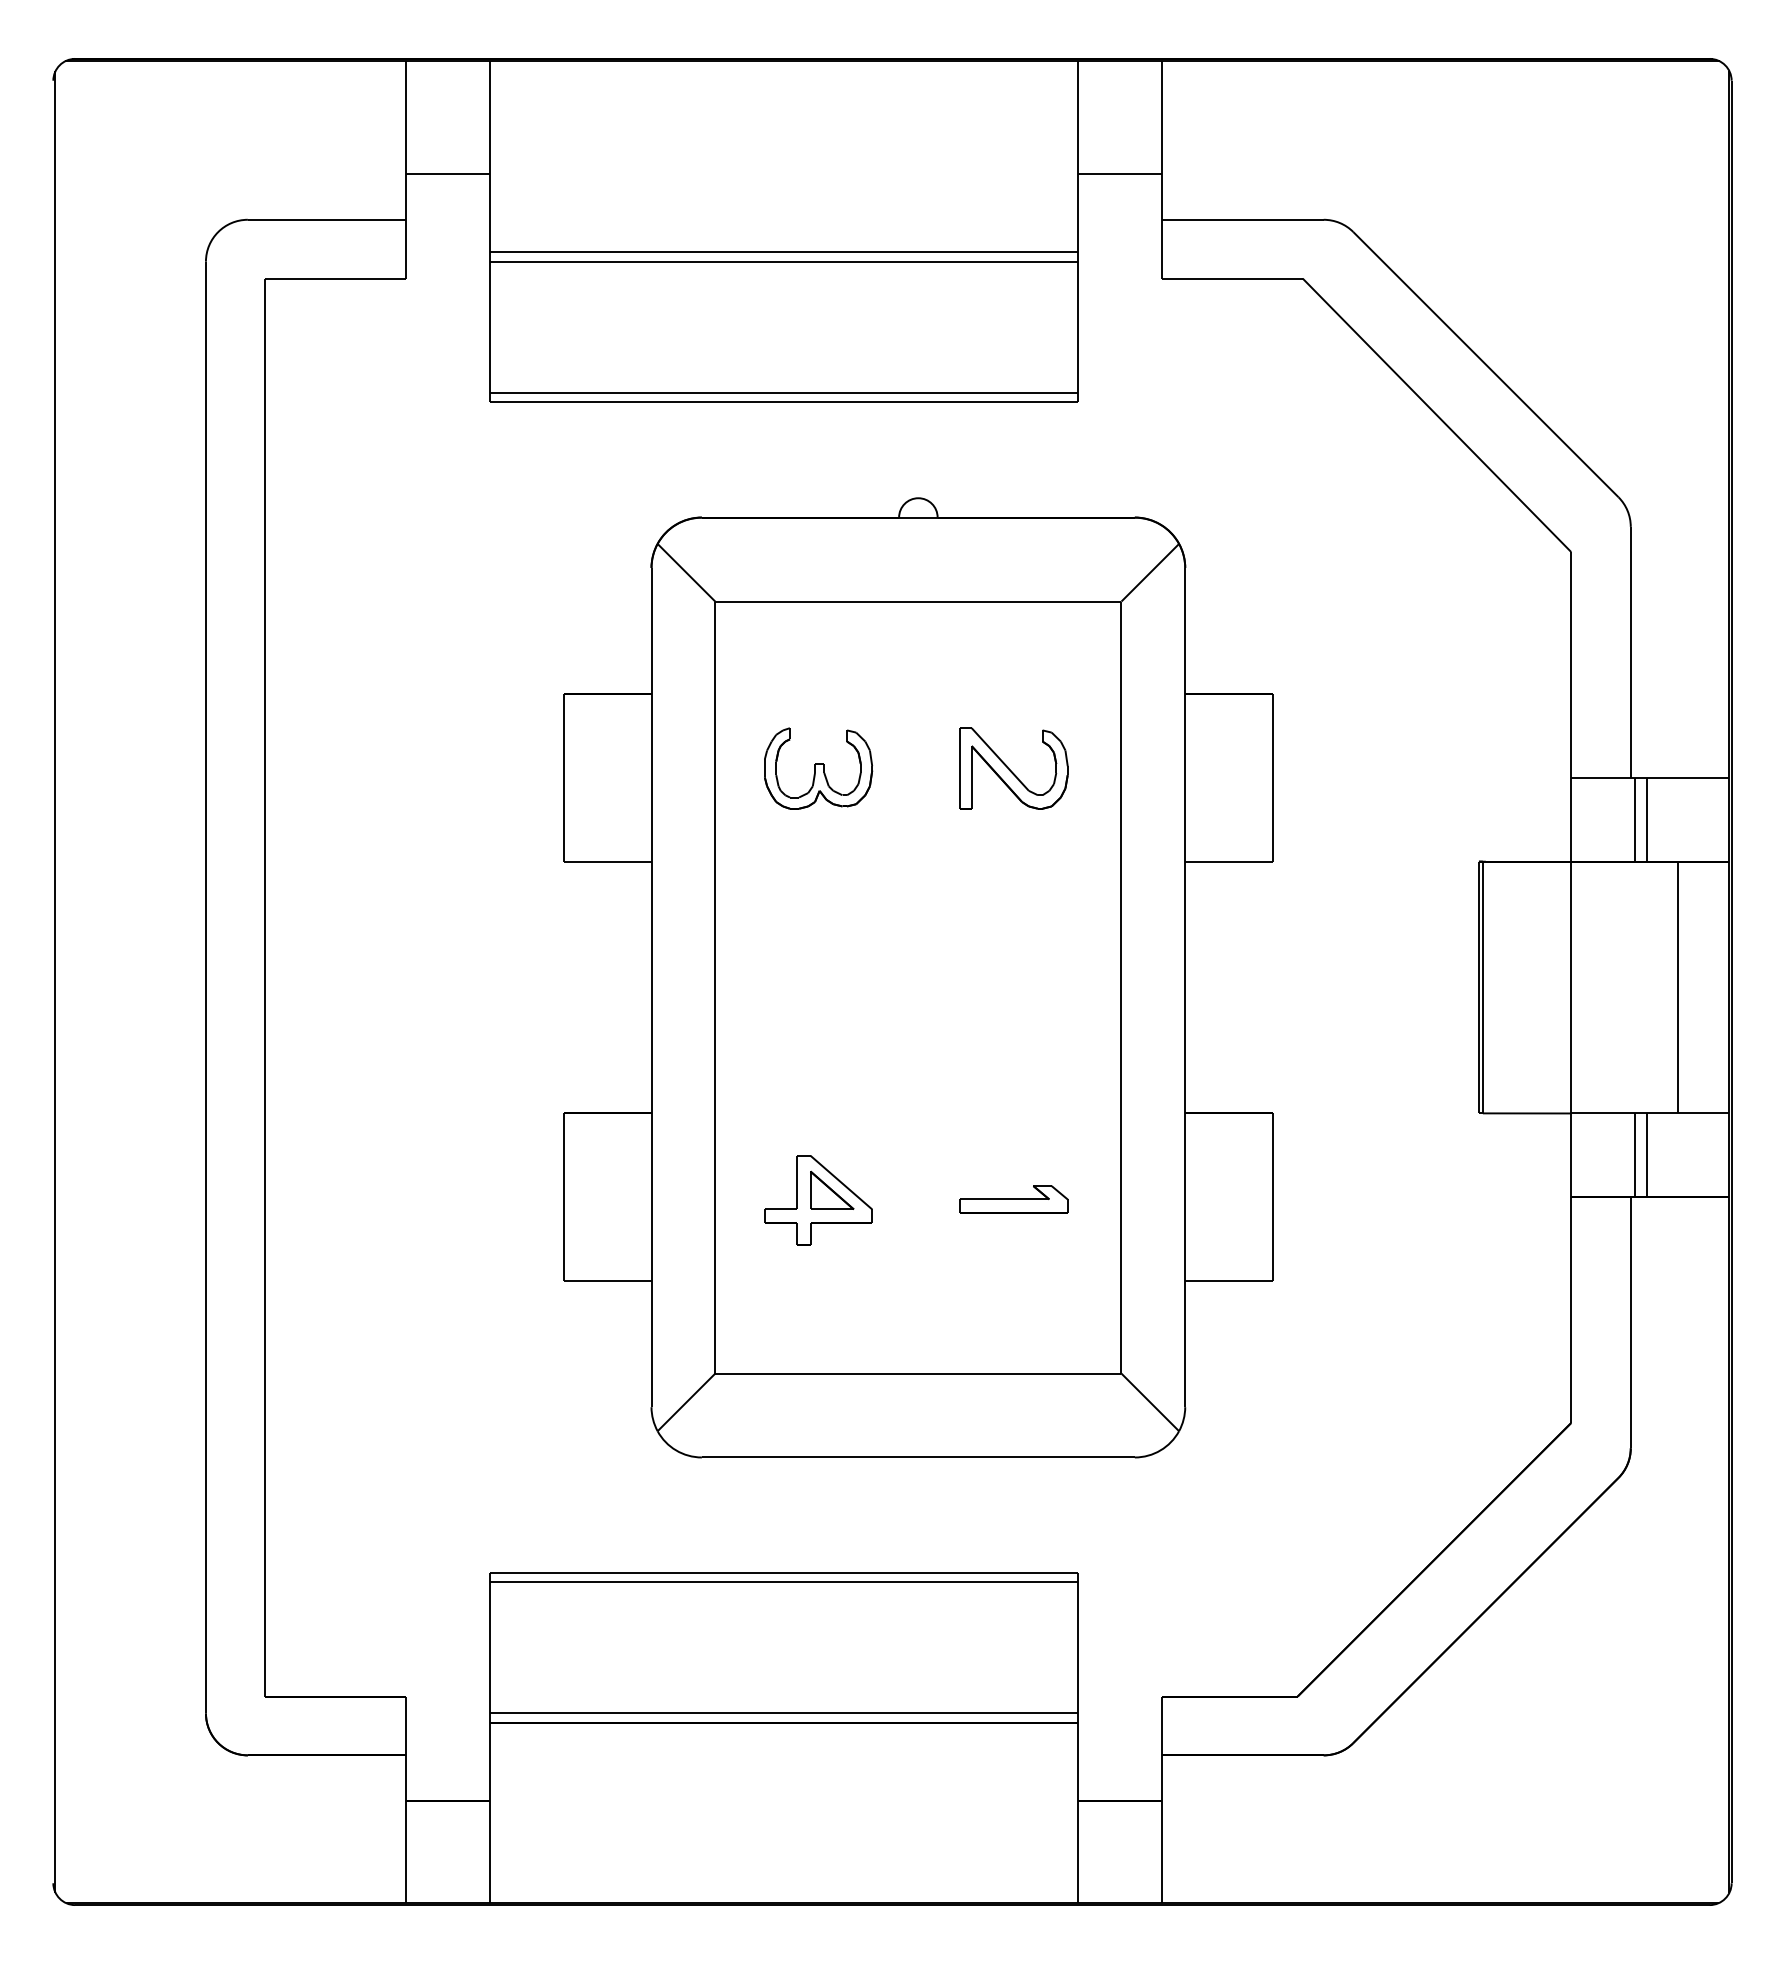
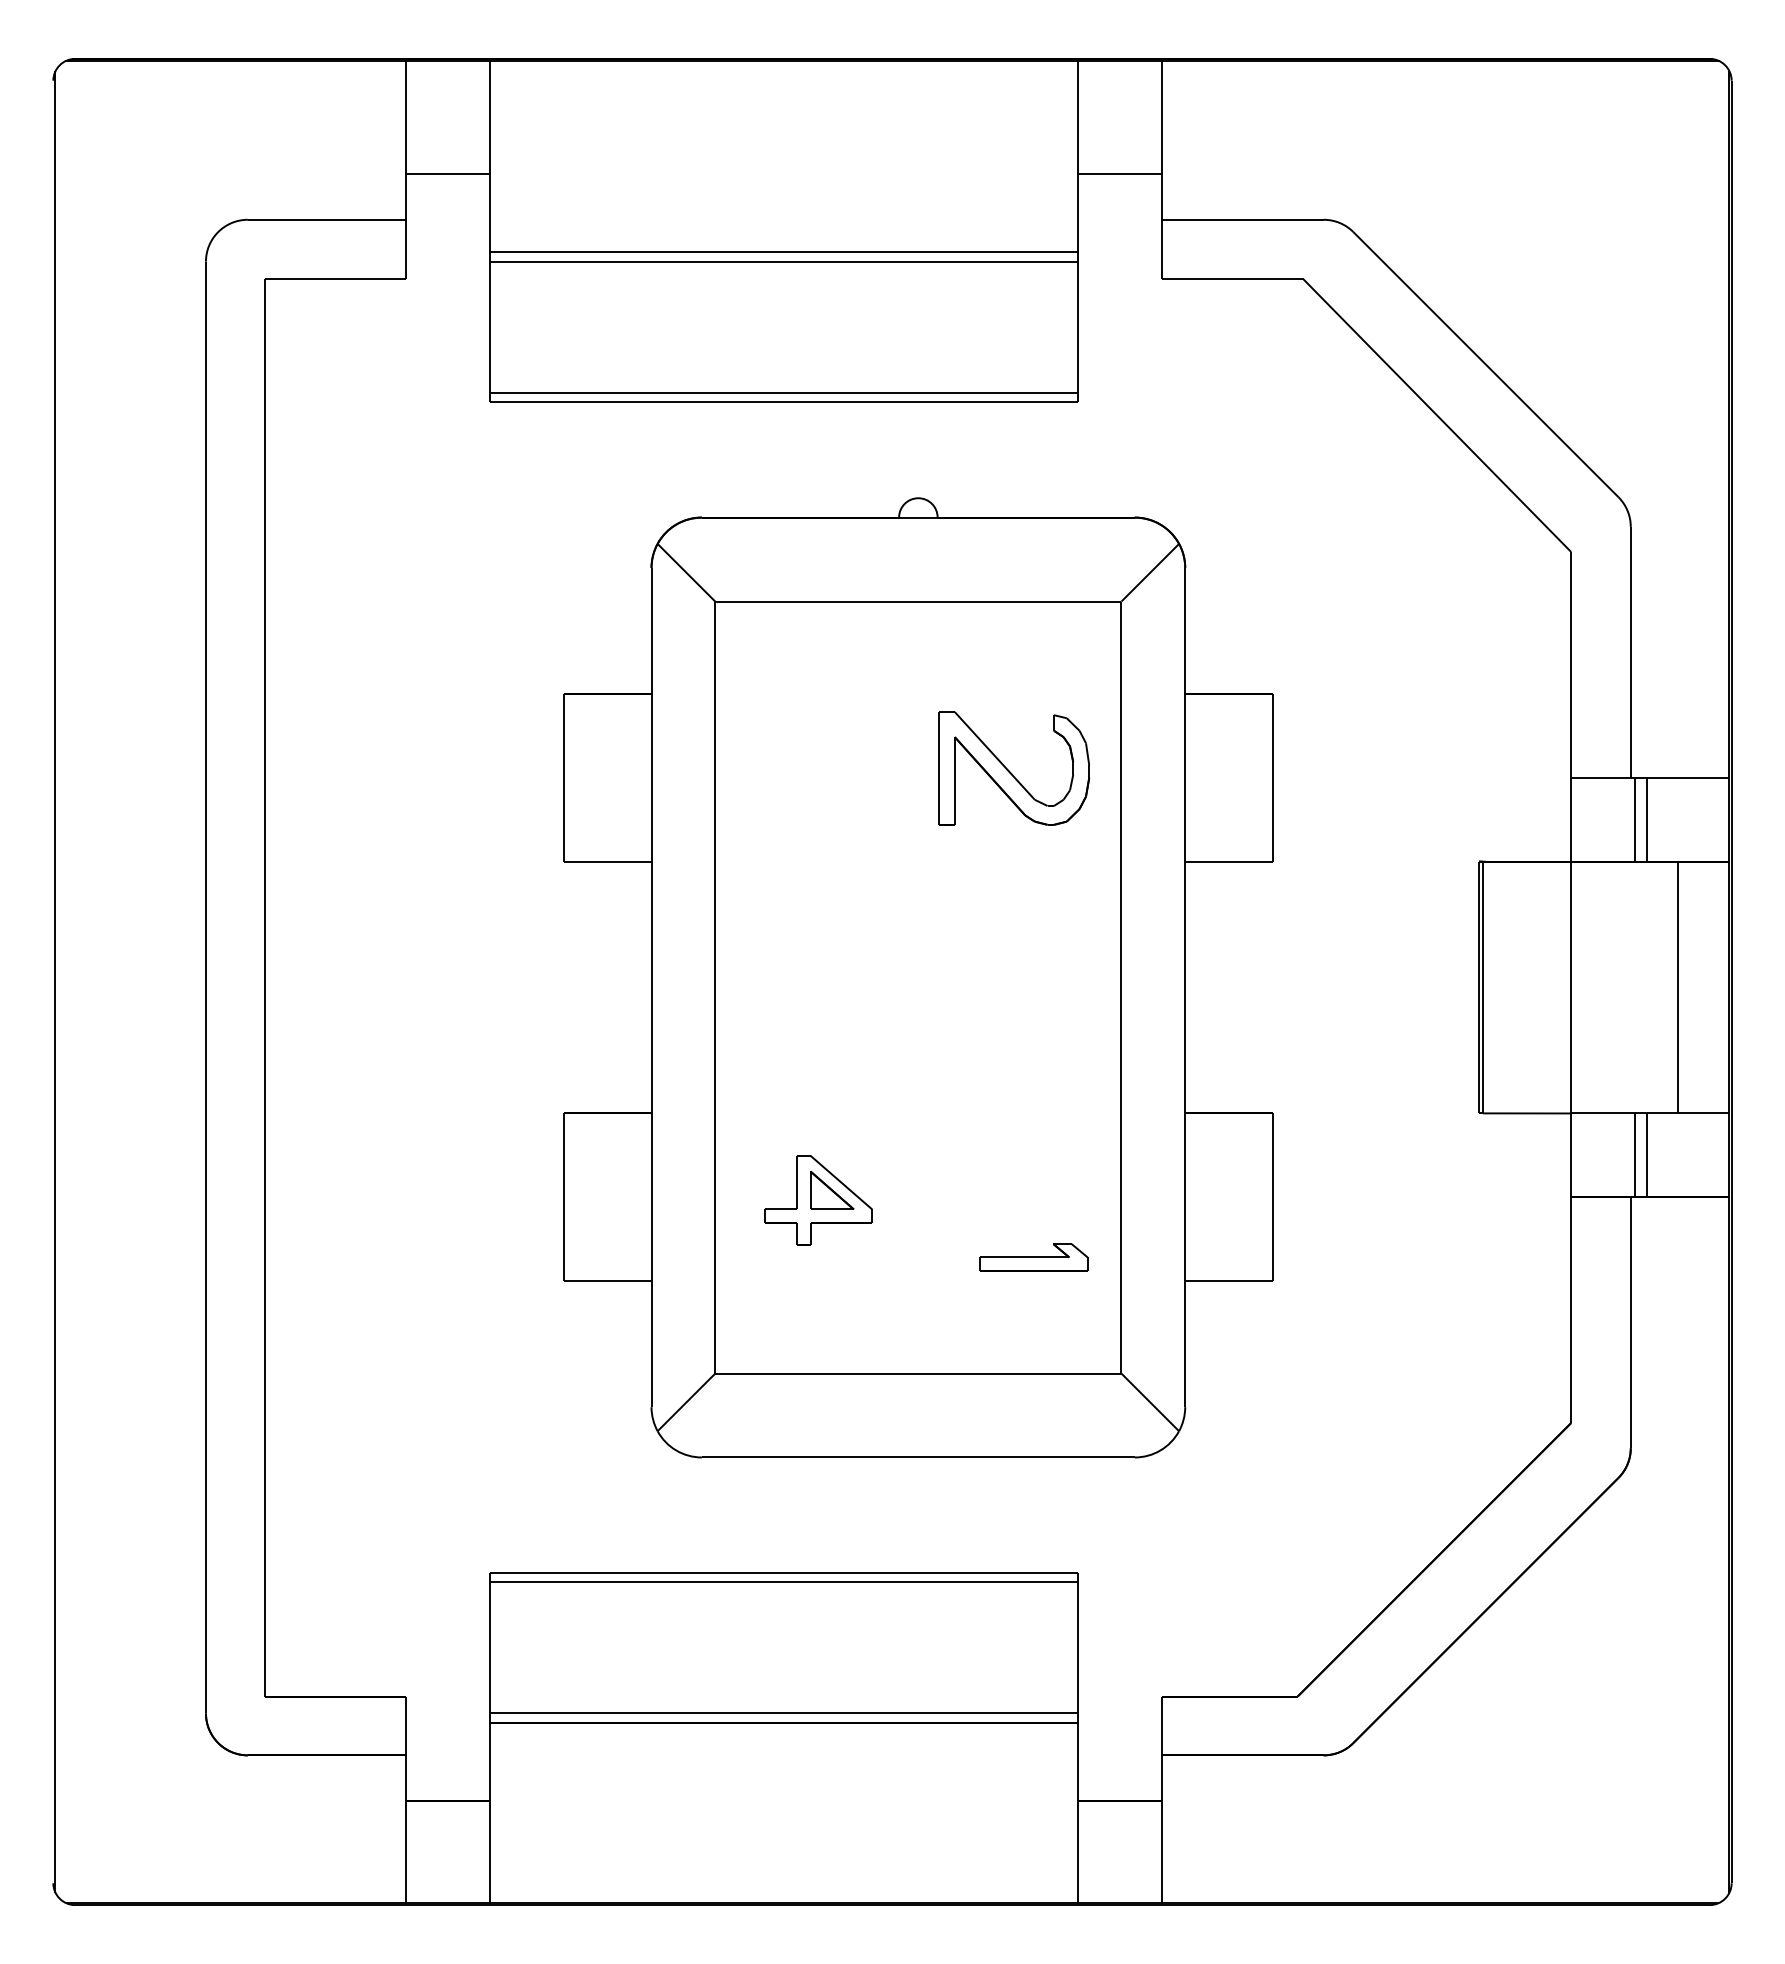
part at (818, 768): present -> none
part at (1013, 768) size: 110x83 px -> 153x115 px
part at (1013, 1199) position: (1013, 1199) -> (1033, 1257)
